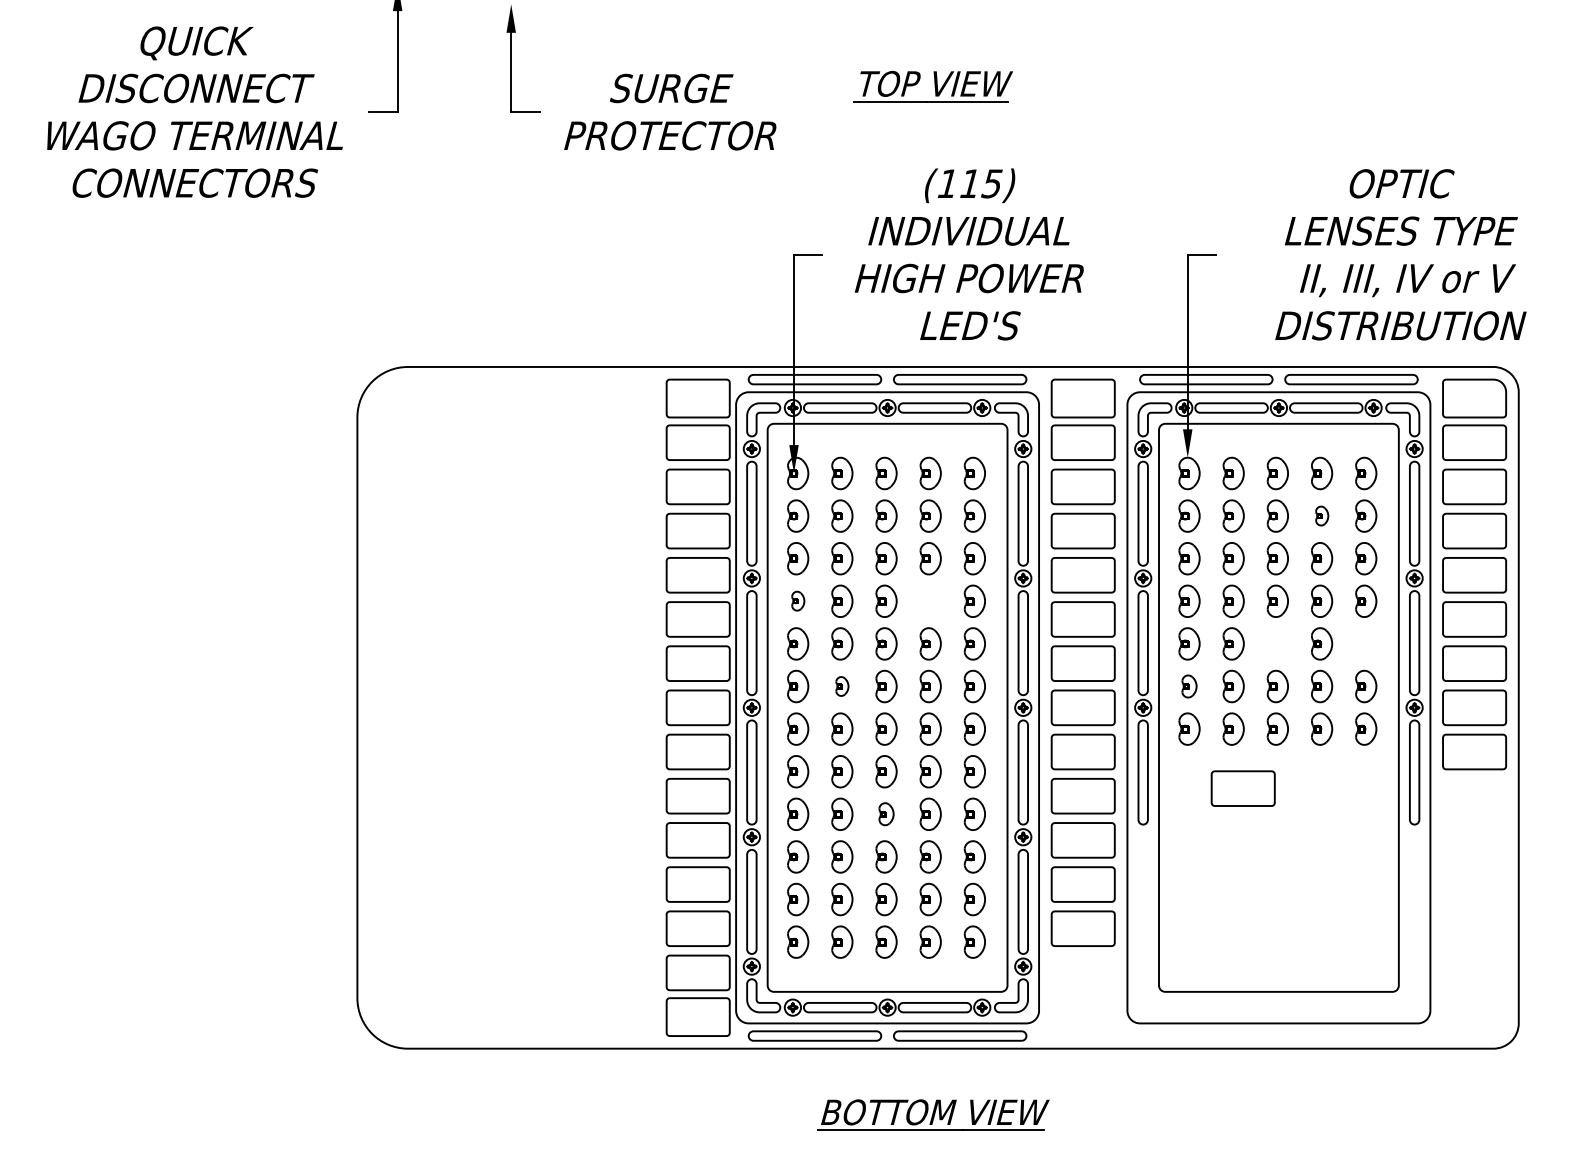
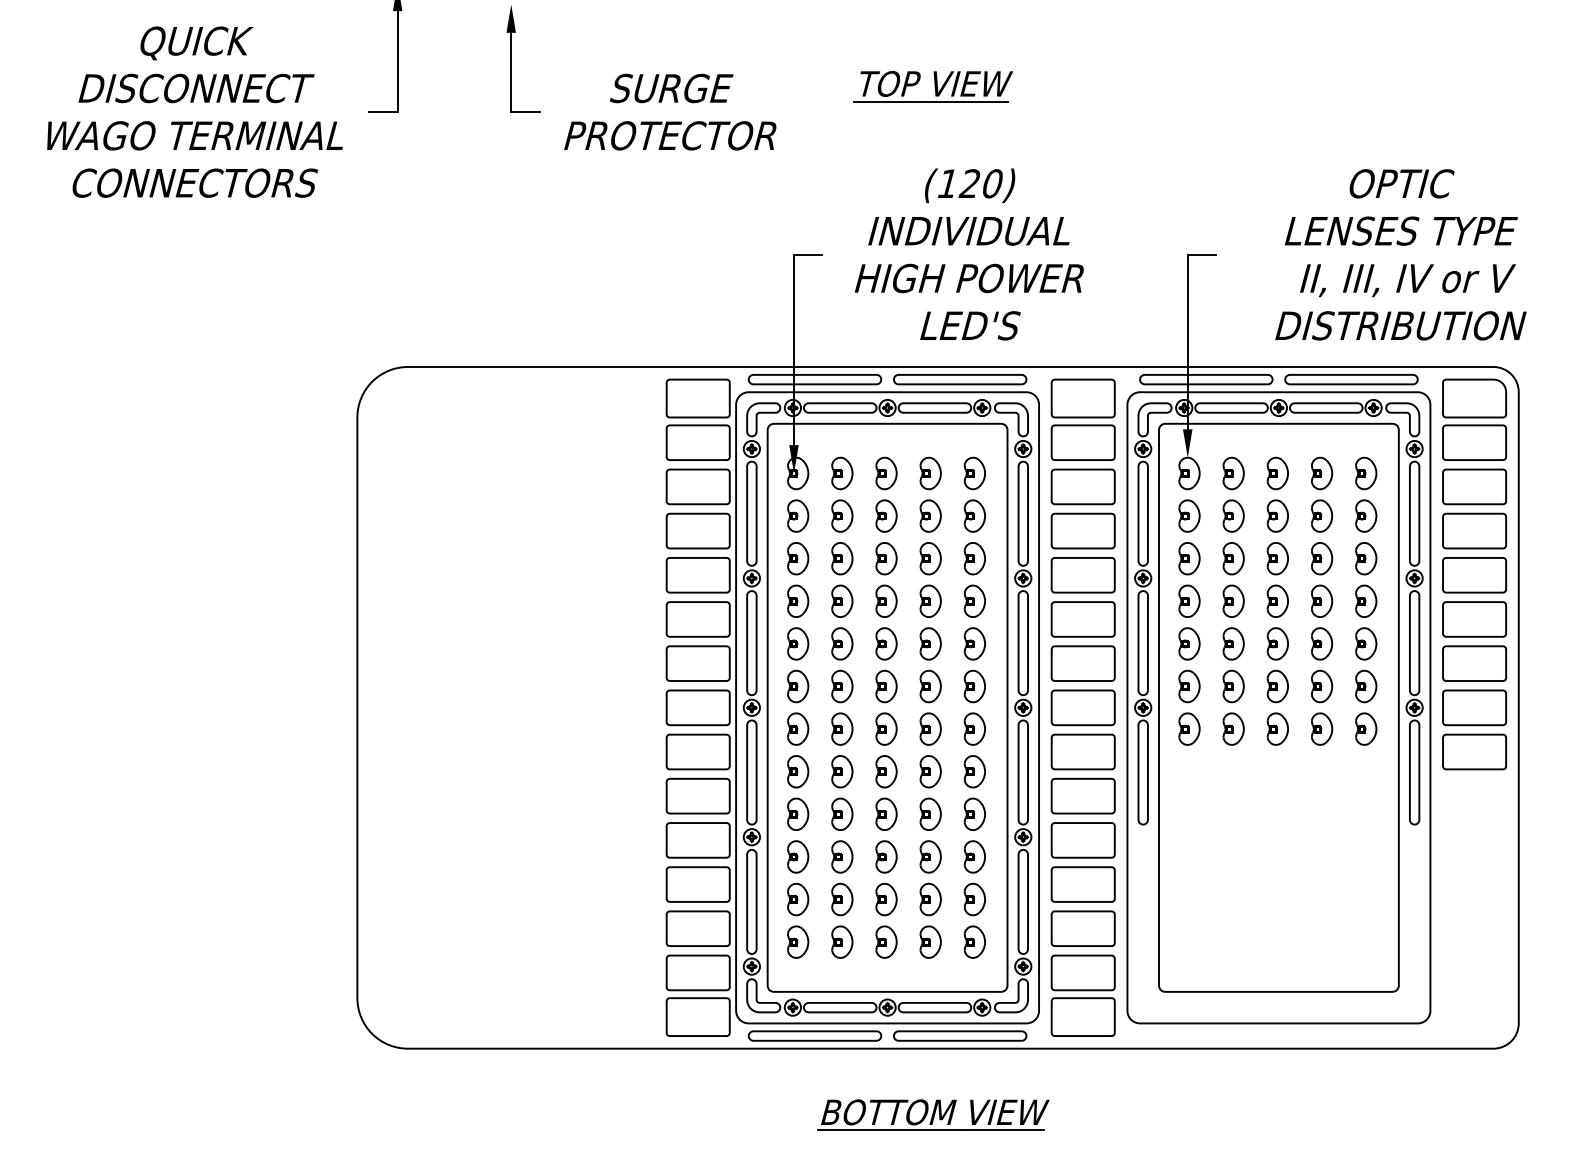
text at (980, 183): (115) -> (120)
part at (1322, 515) size: 15x22 px -> 23x34 px
part at (798, 600) size: 15x22 px -> 23x34 px
part at (930, 600): none -> present
part at (1277, 643): none -> present
part at (1366, 643): none -> present
part at (842, 686) size: 15x21 px -> 23x35 px
part at (1189, 686) size: 17x25 px -> 23x35 px
part at (1242, 788): present -> none
part at (886, 814) size: 17x25 px -> 23x34 px
part at (1082, 995): none -> present
